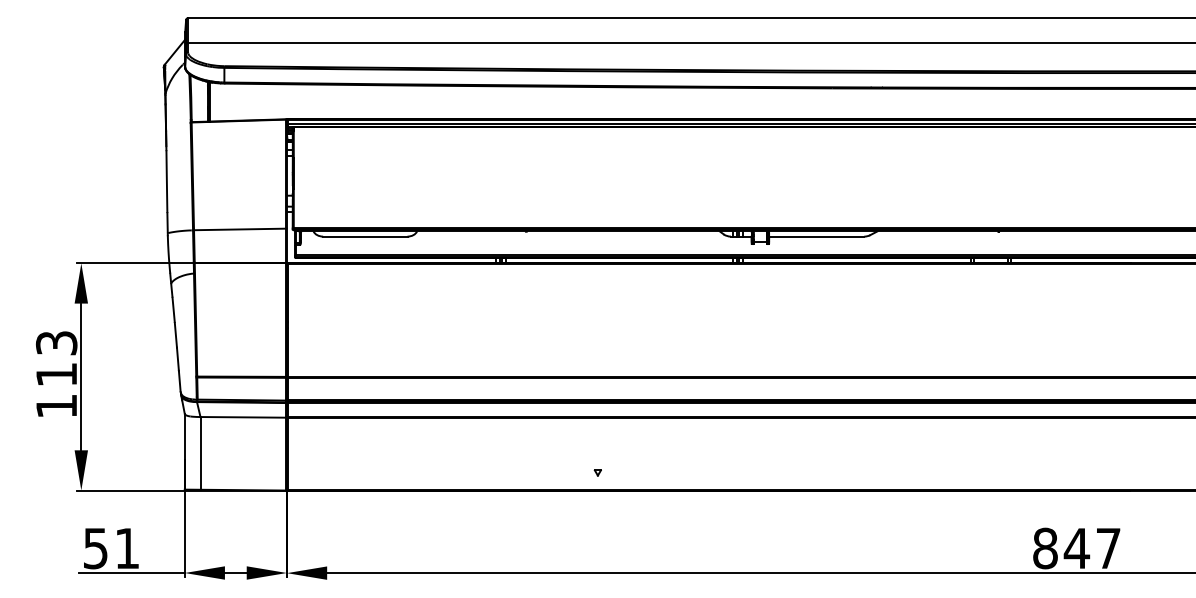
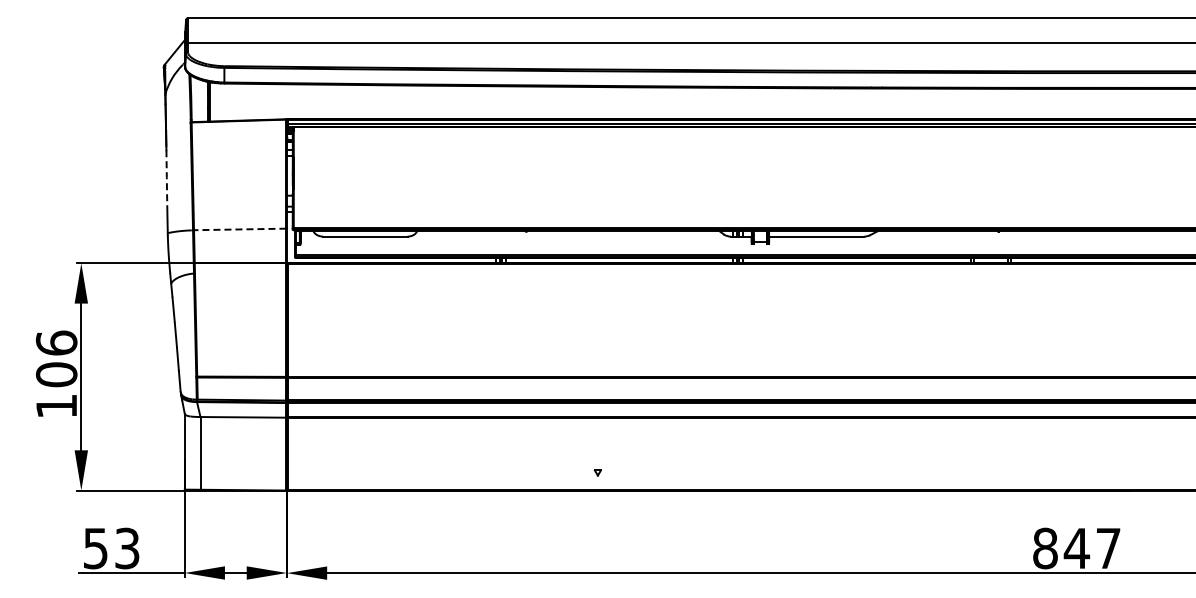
line at (166, 181): solid -> dashed
line at (239, 229): solid -> dashed
text at (56, 358): 113 -> 106
text at (127, 548): 51 -> 53
